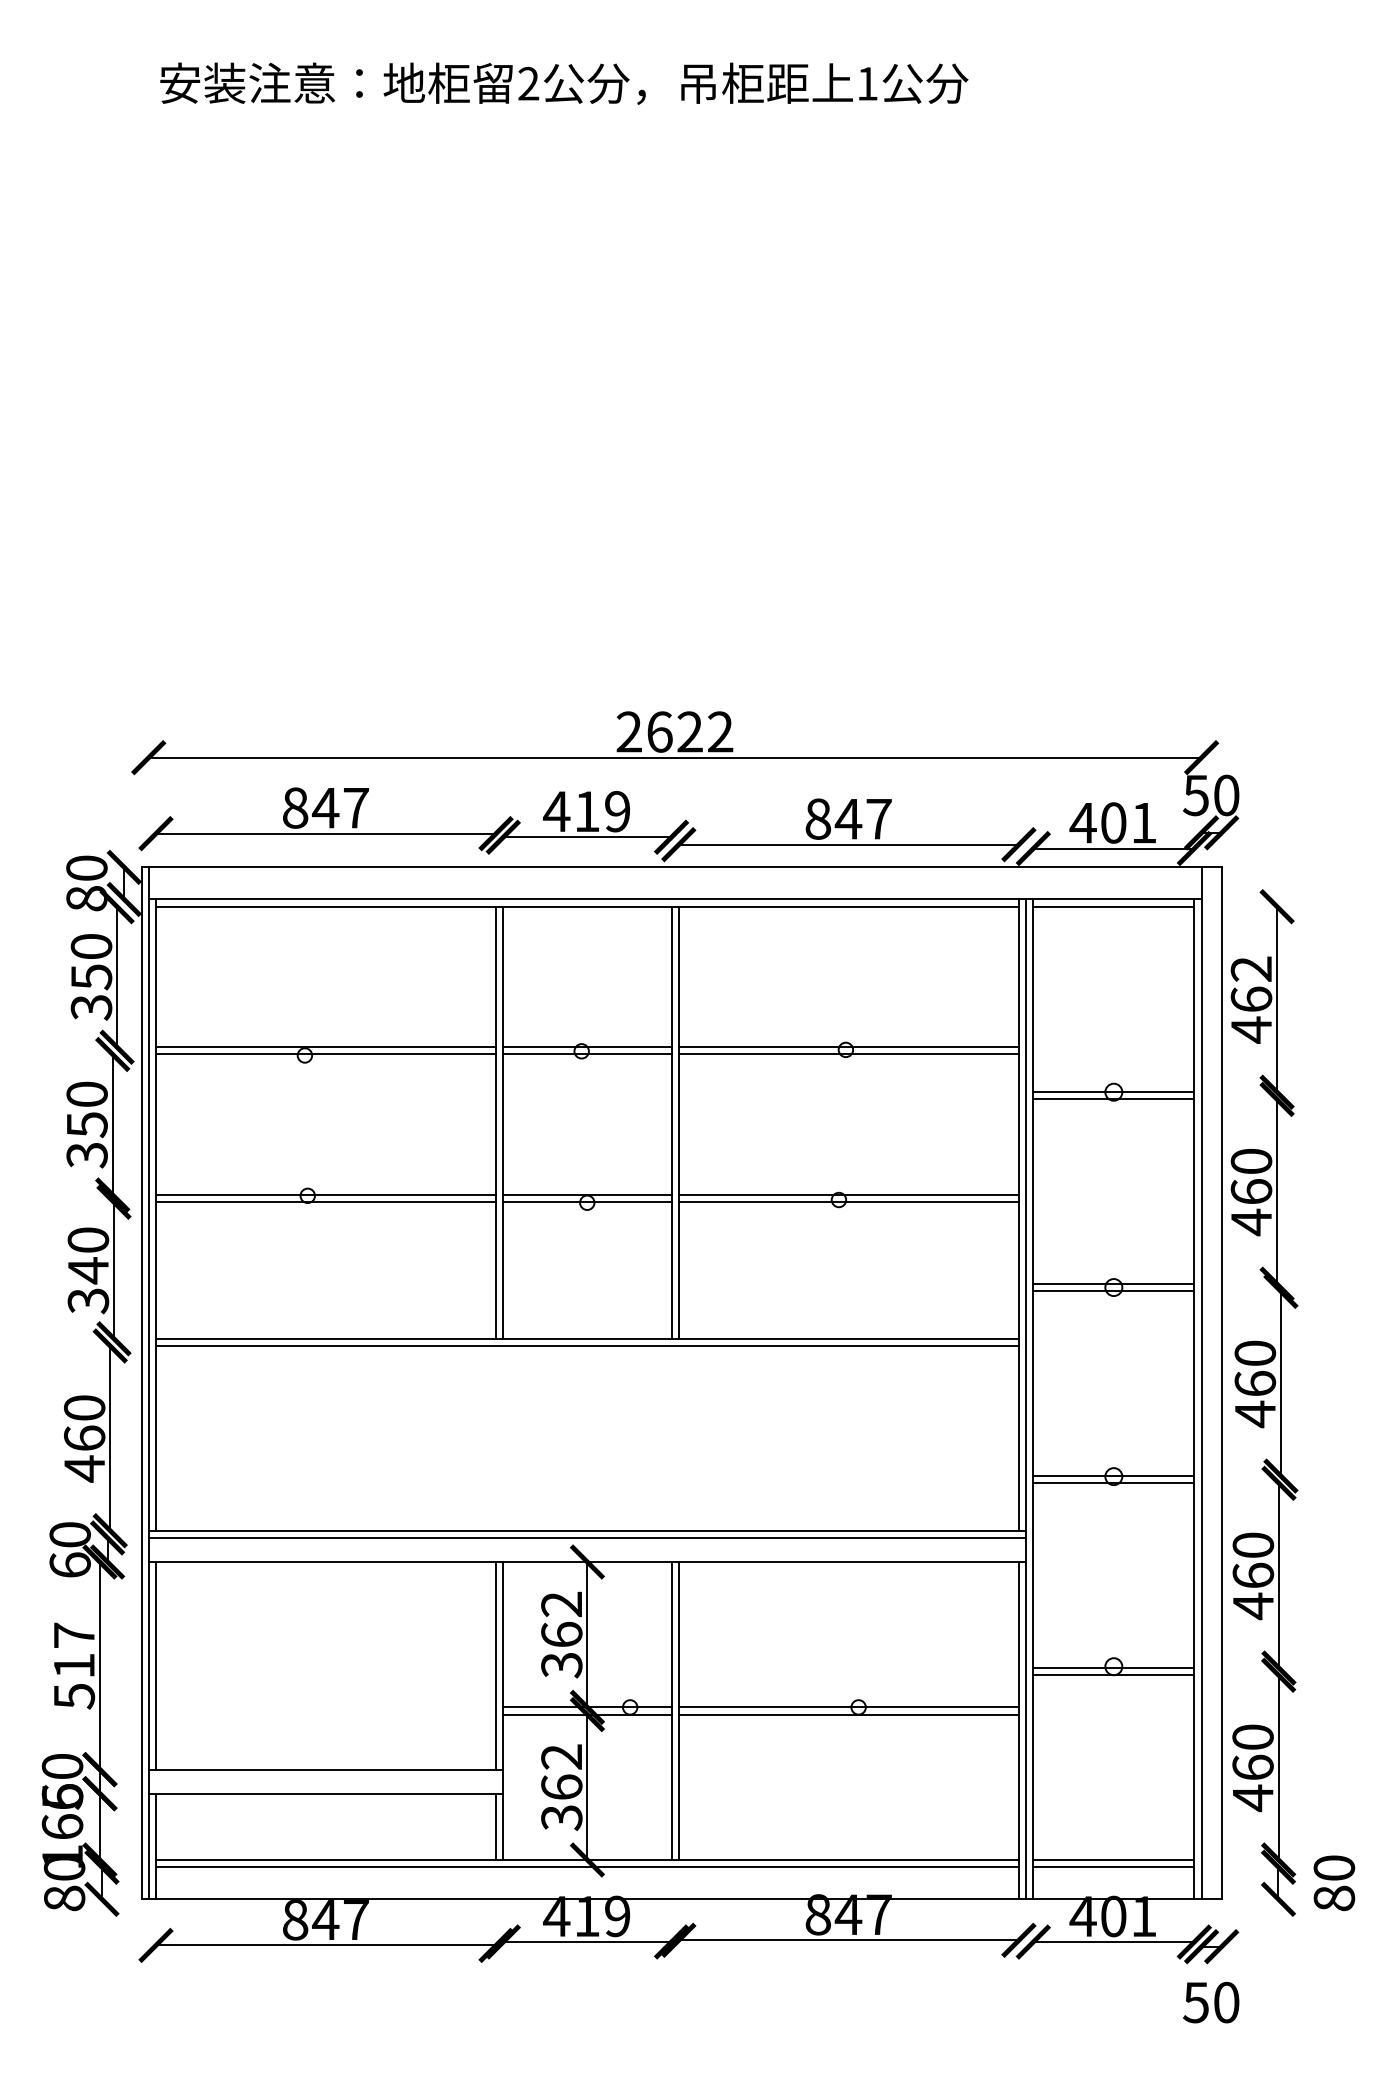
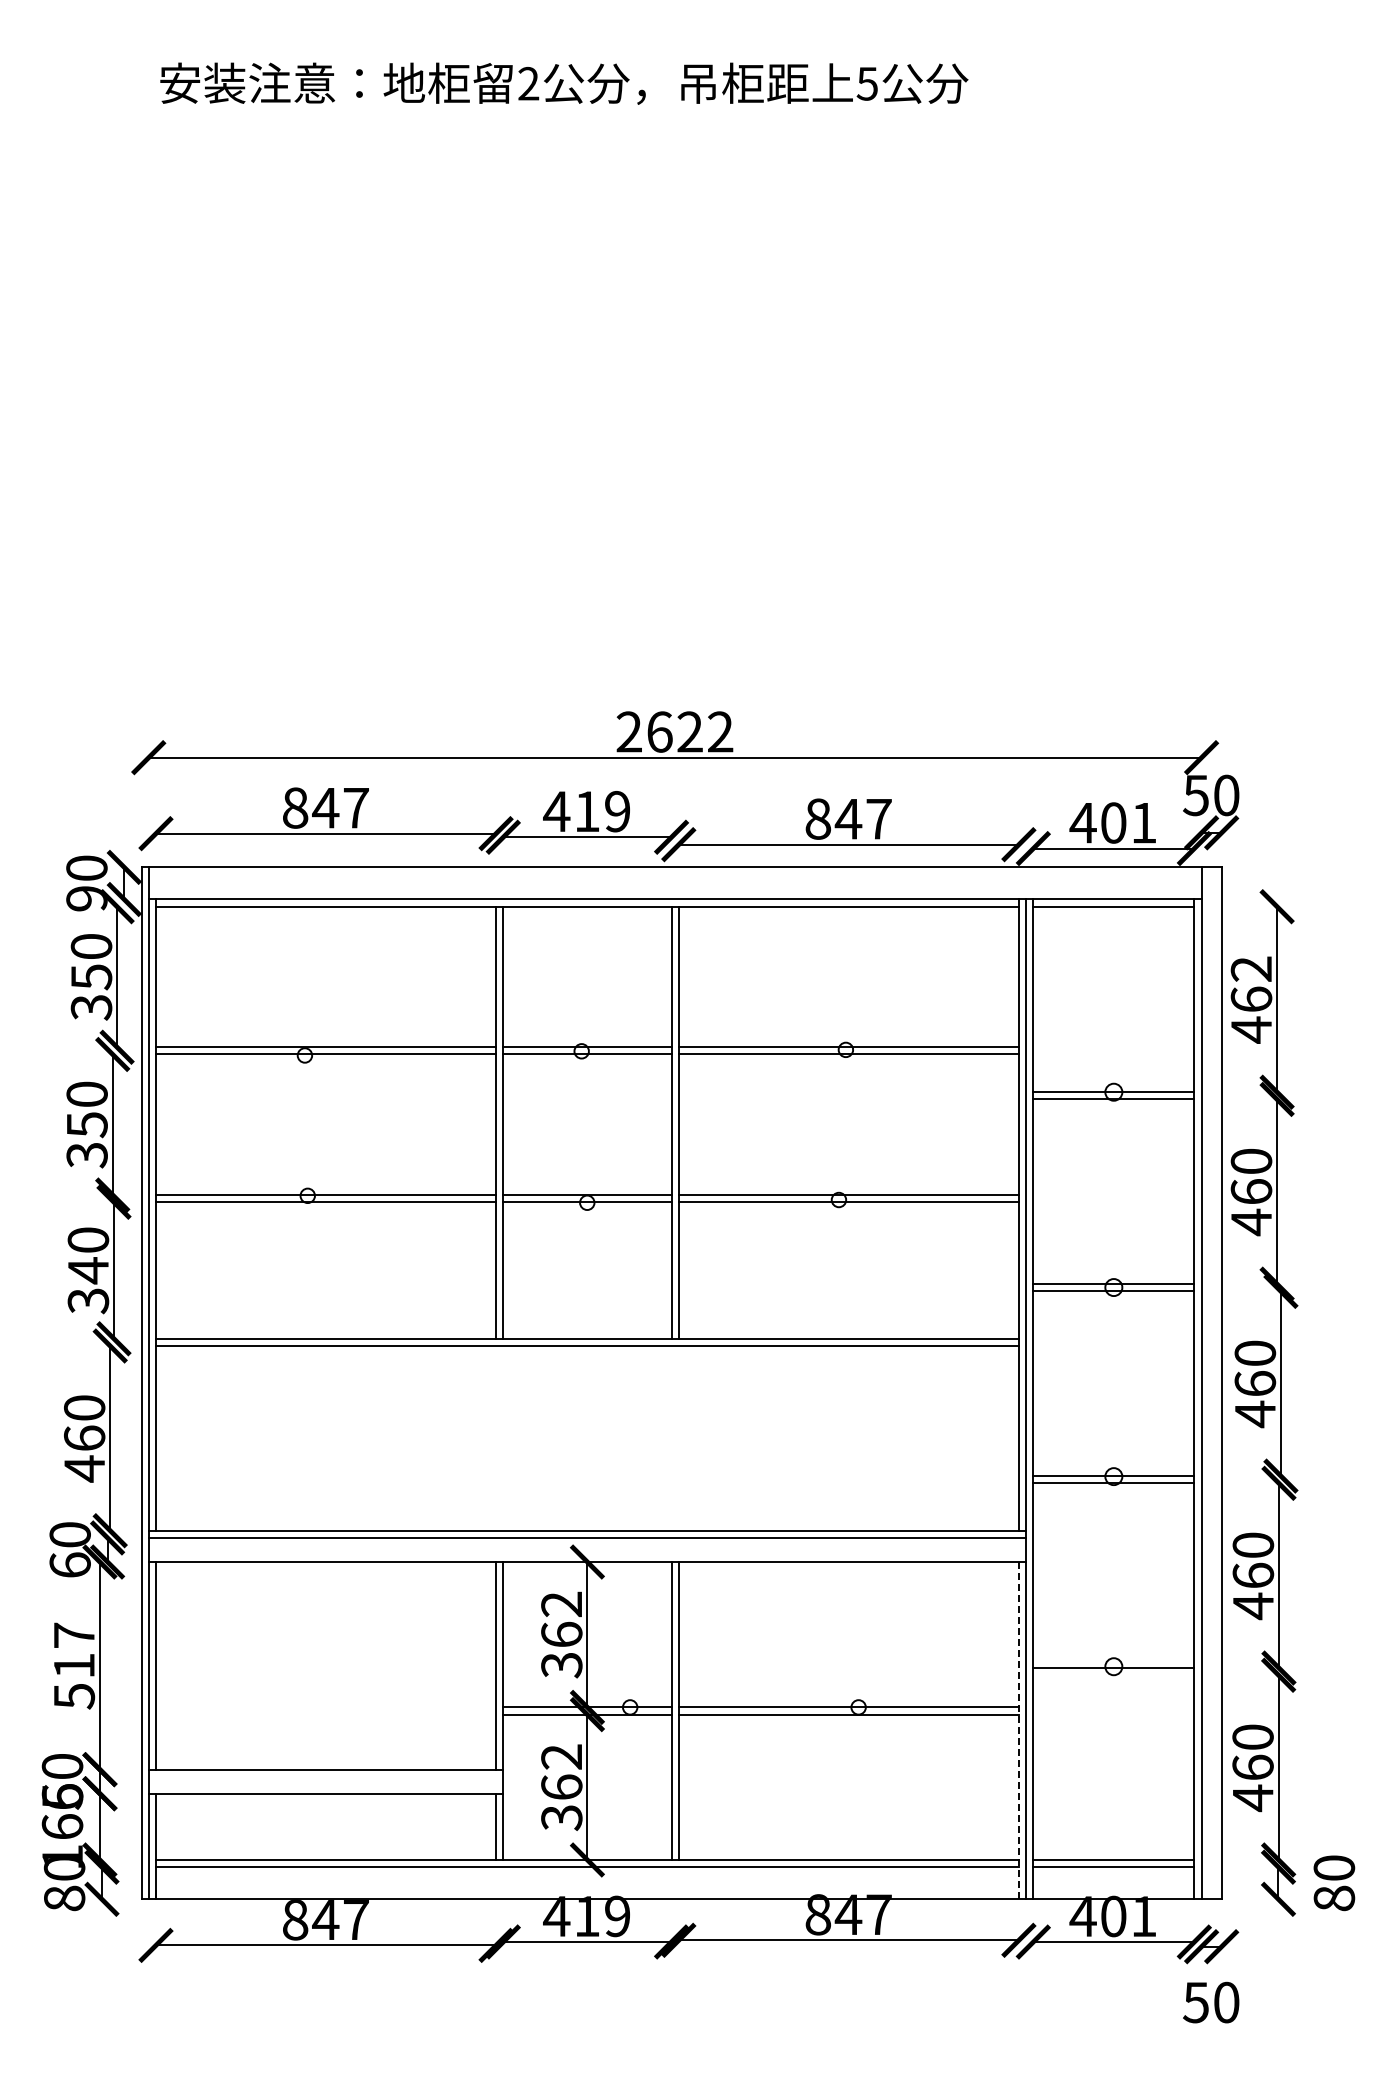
text at (866, 83): 1 -> 5
text at (86, 898): 80 -> 90
line at (1113, 1675): present -> none
line at (1018, 1730): solid -> dashed
